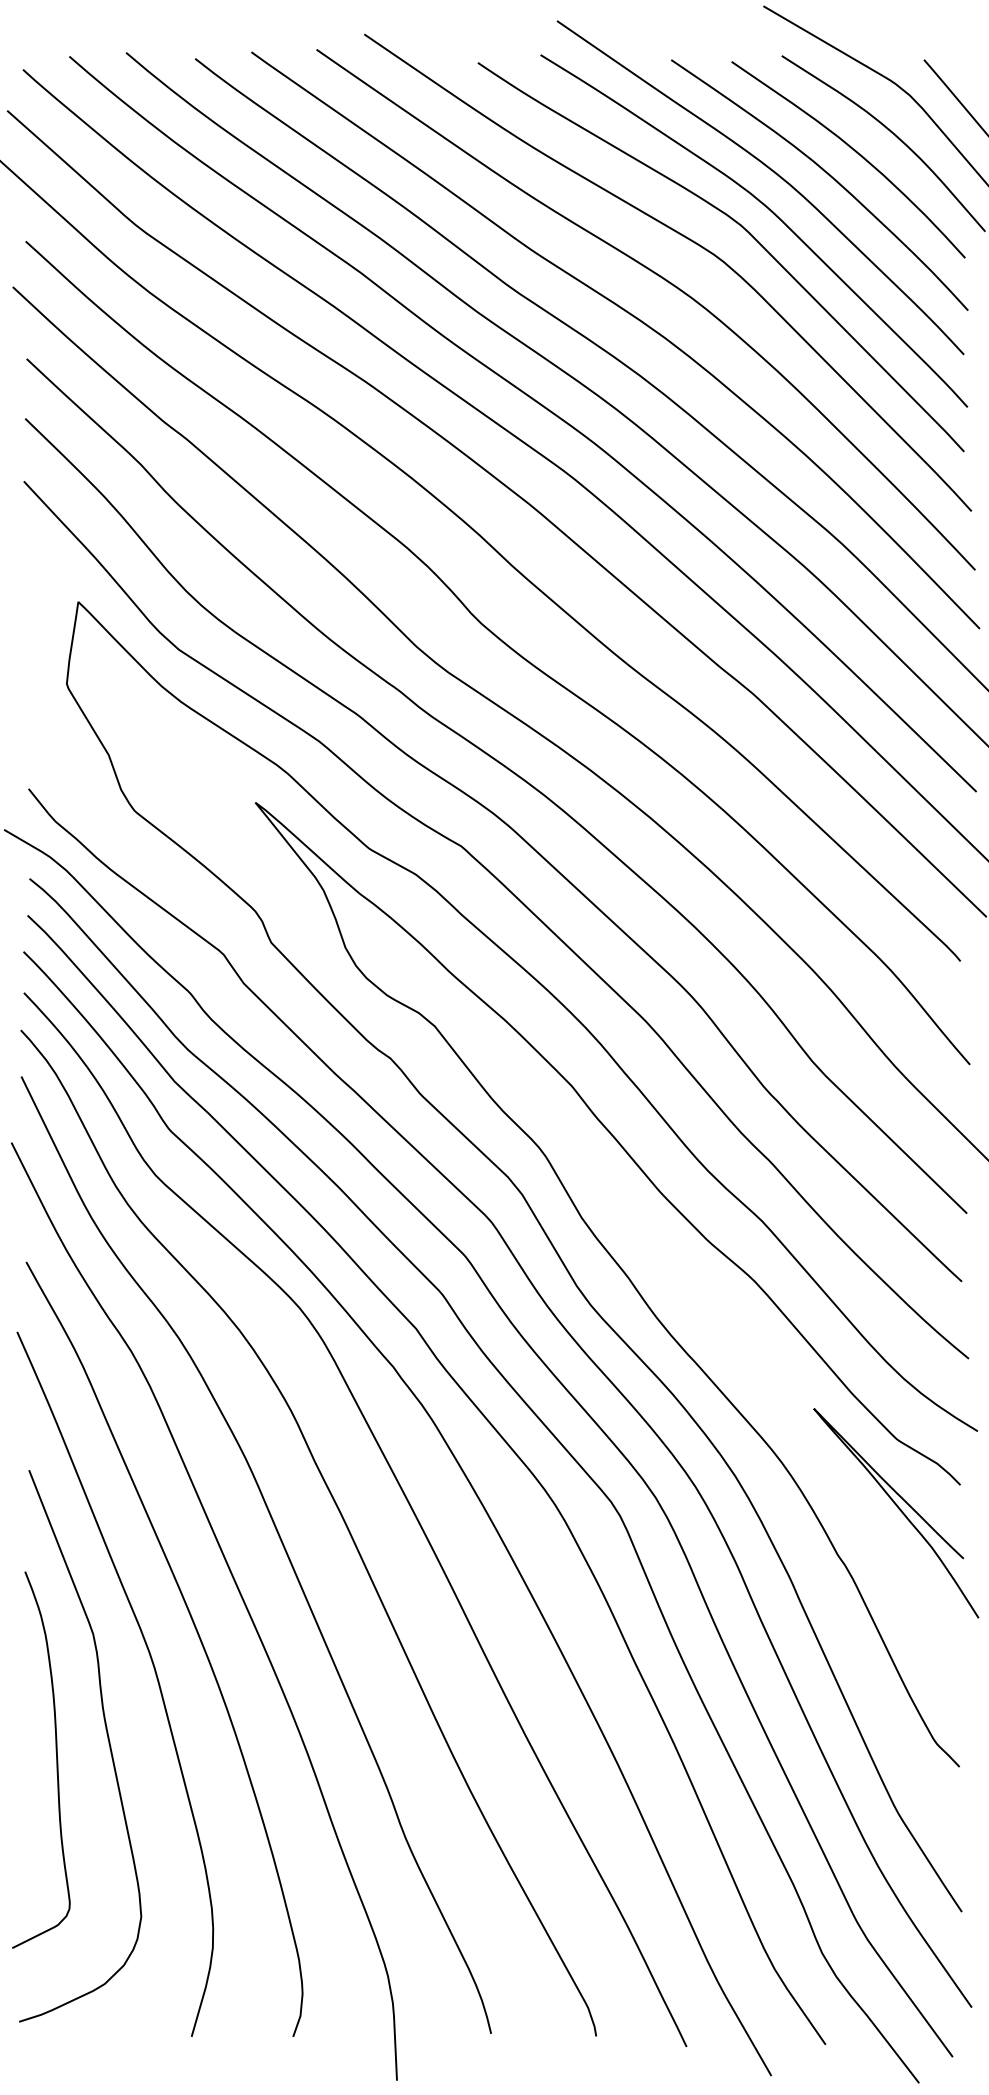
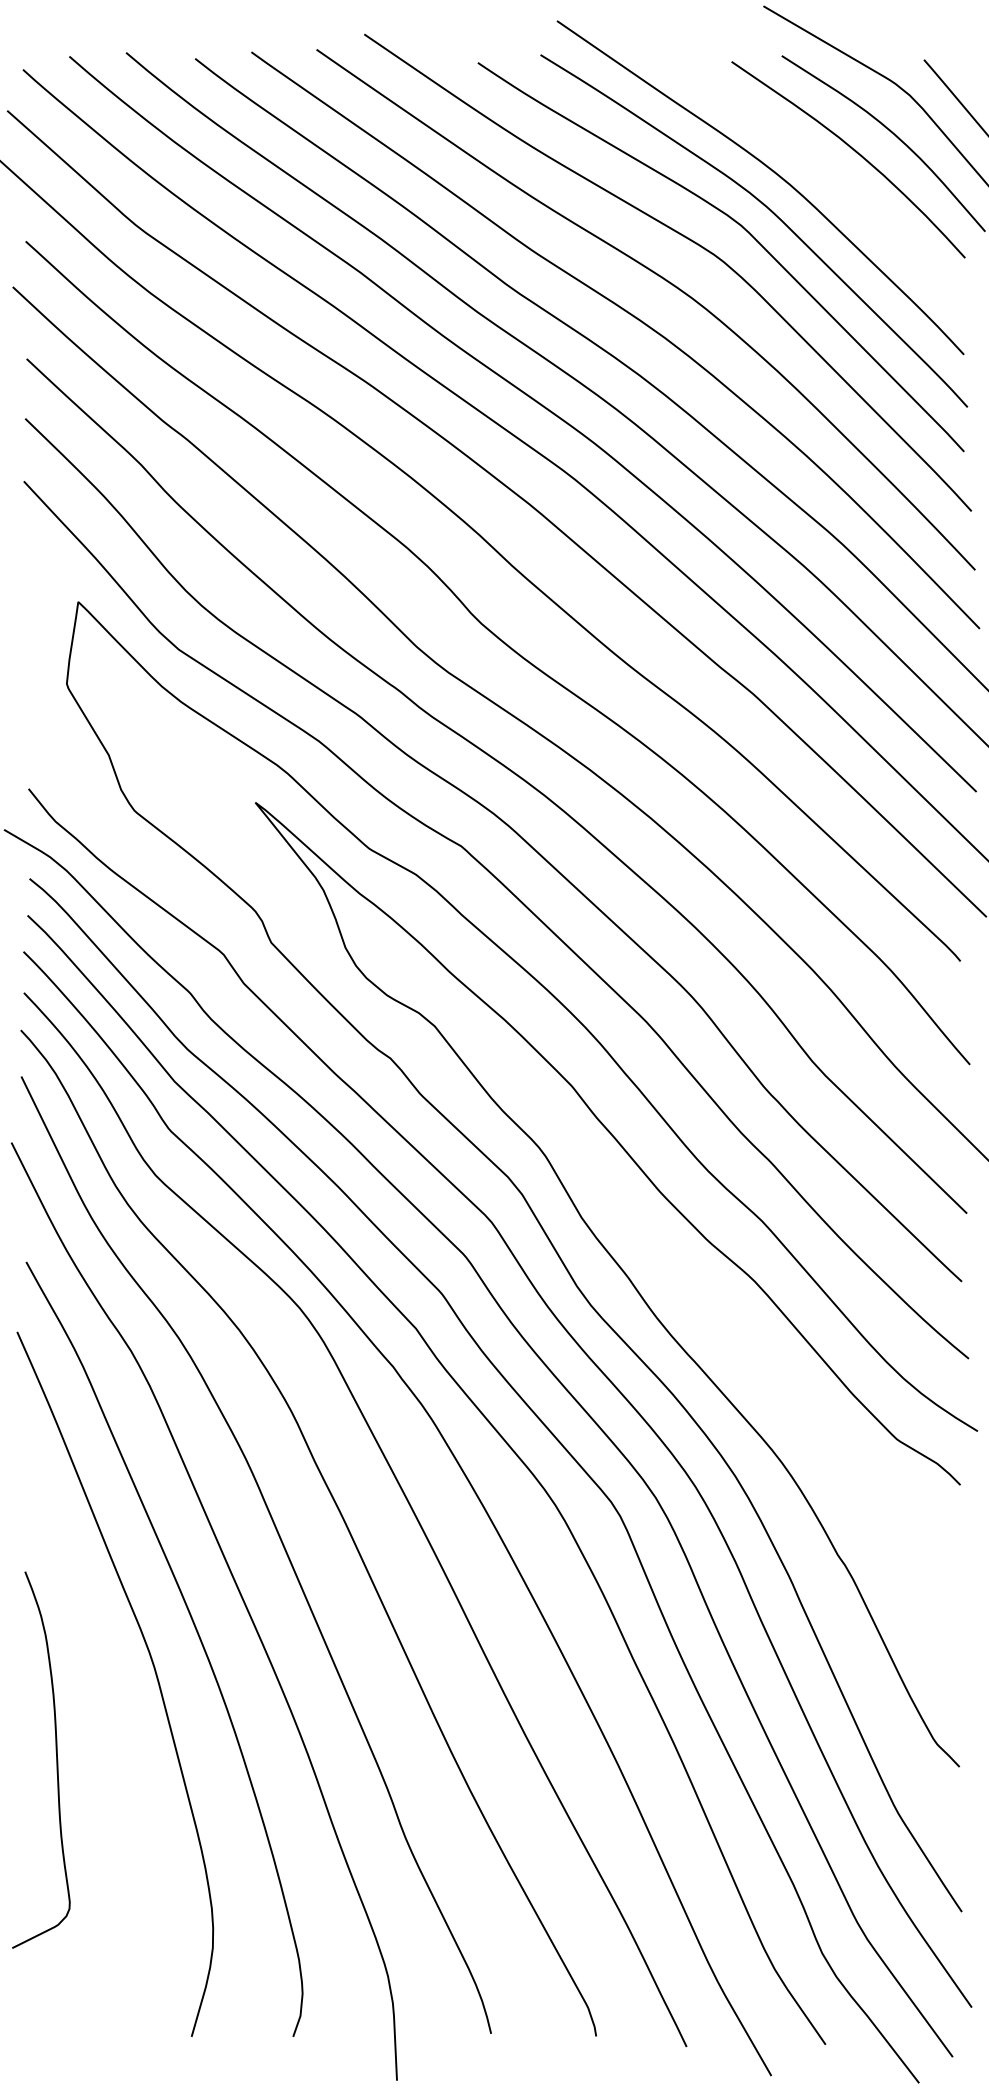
curve at (828, 175): present -> none
curve at (899, 1510): present -> none
curve at (107, 1739): present -> none
